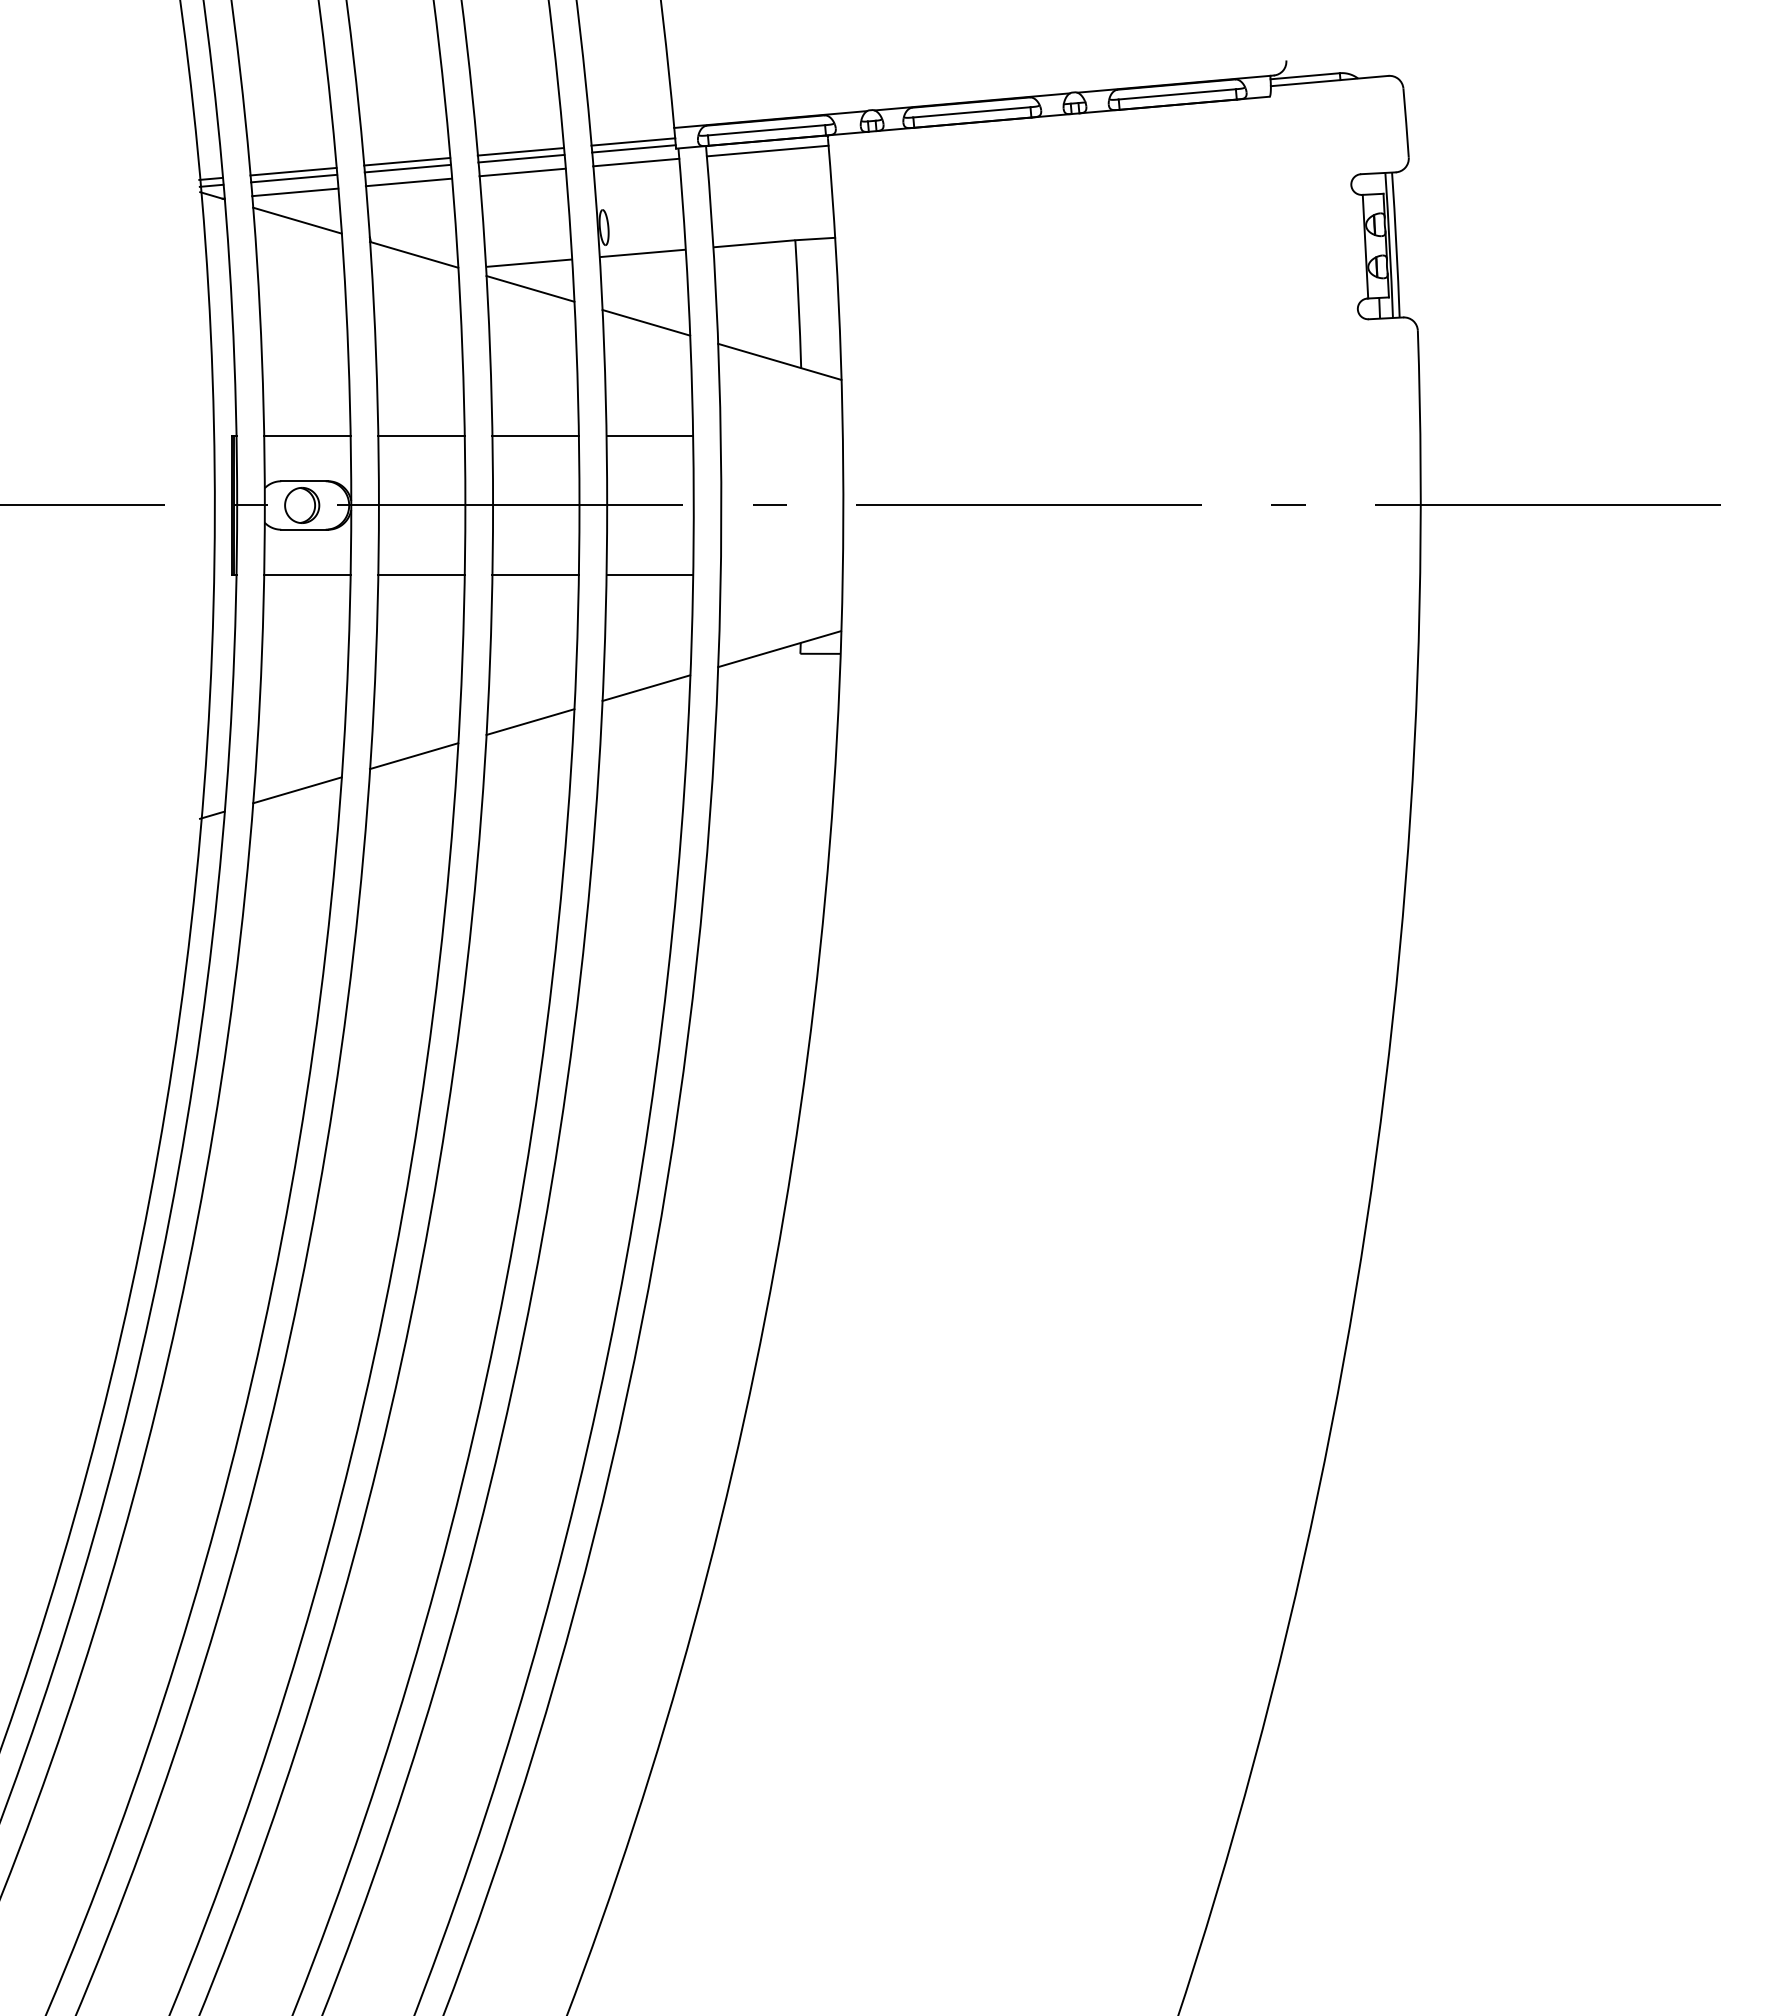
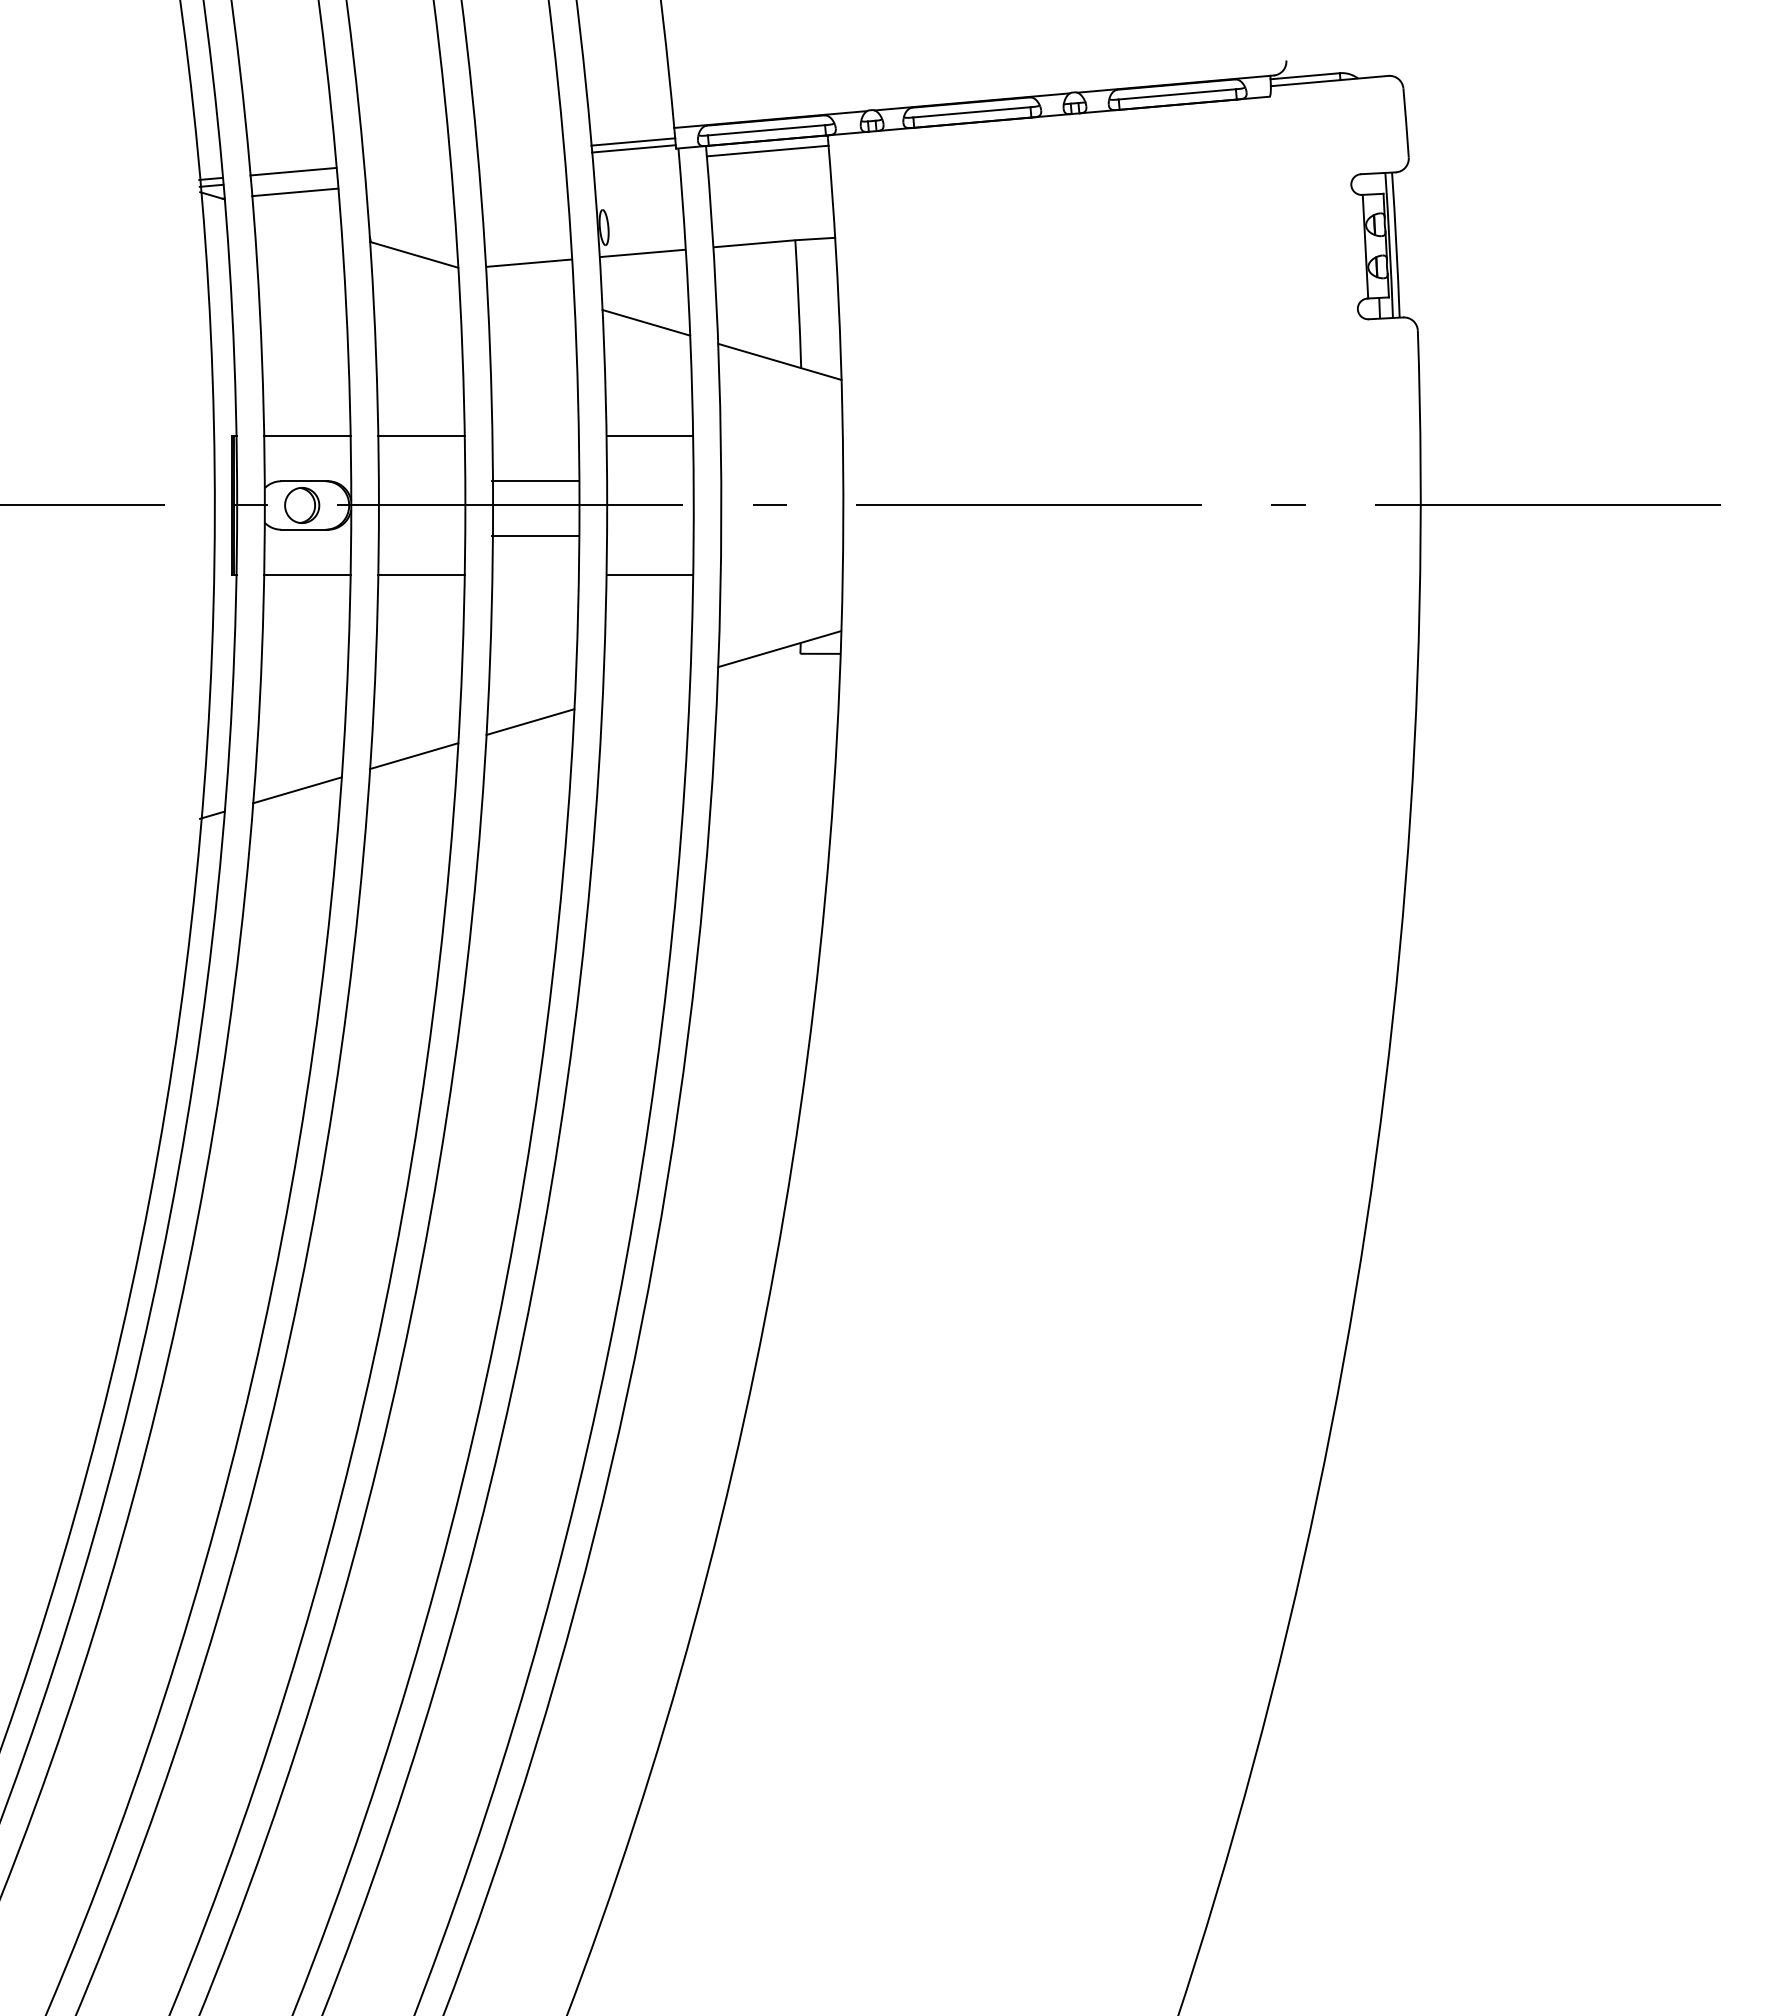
line at (520, 151): present -> none
line at (521, 158): present -> none
line at (407, 161): present -> none
line at (636, 162): present -> none
line at (407, 168): present -> none
line at (522, 172): present -> none
line at (294, 178): present -> none
line at (408, 182): present -> none
line at (297, 220): present -> none
line at (530, 288): present -> none
line at (535, 436) position: (535, 436) -> (535, 481)
line at (535, 574) position: (535, 574) -> (535, 535)
line at (646, 687): present -> none
